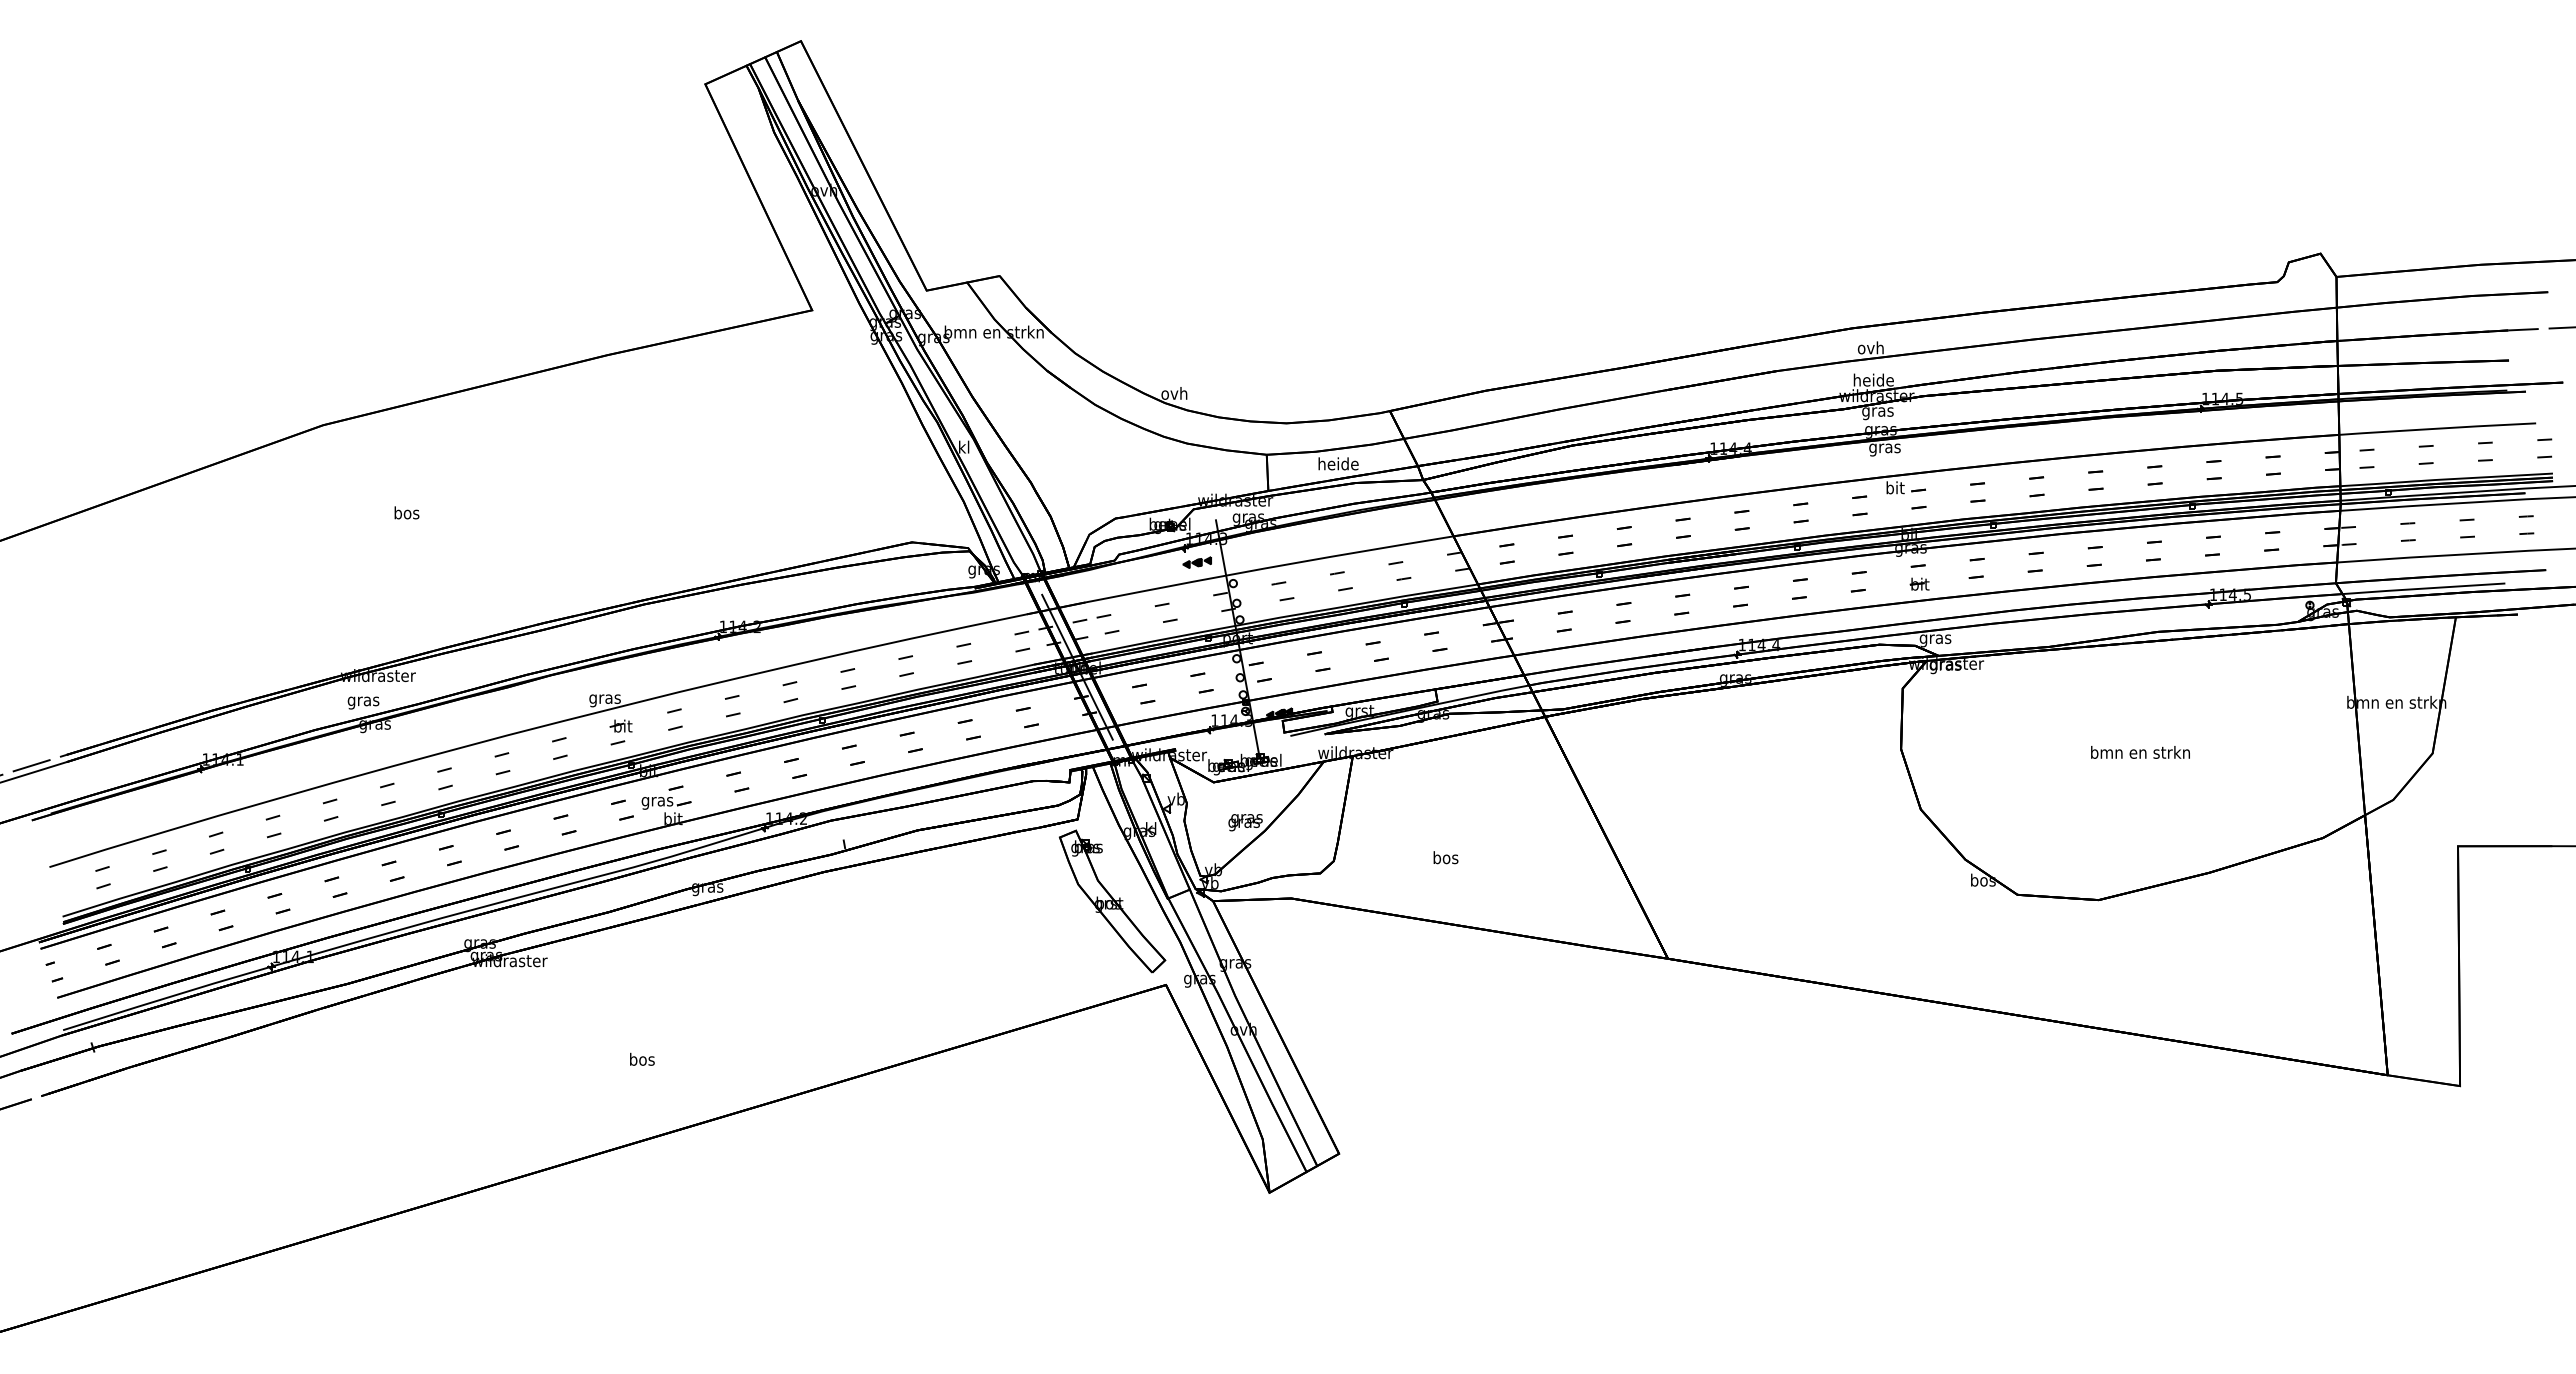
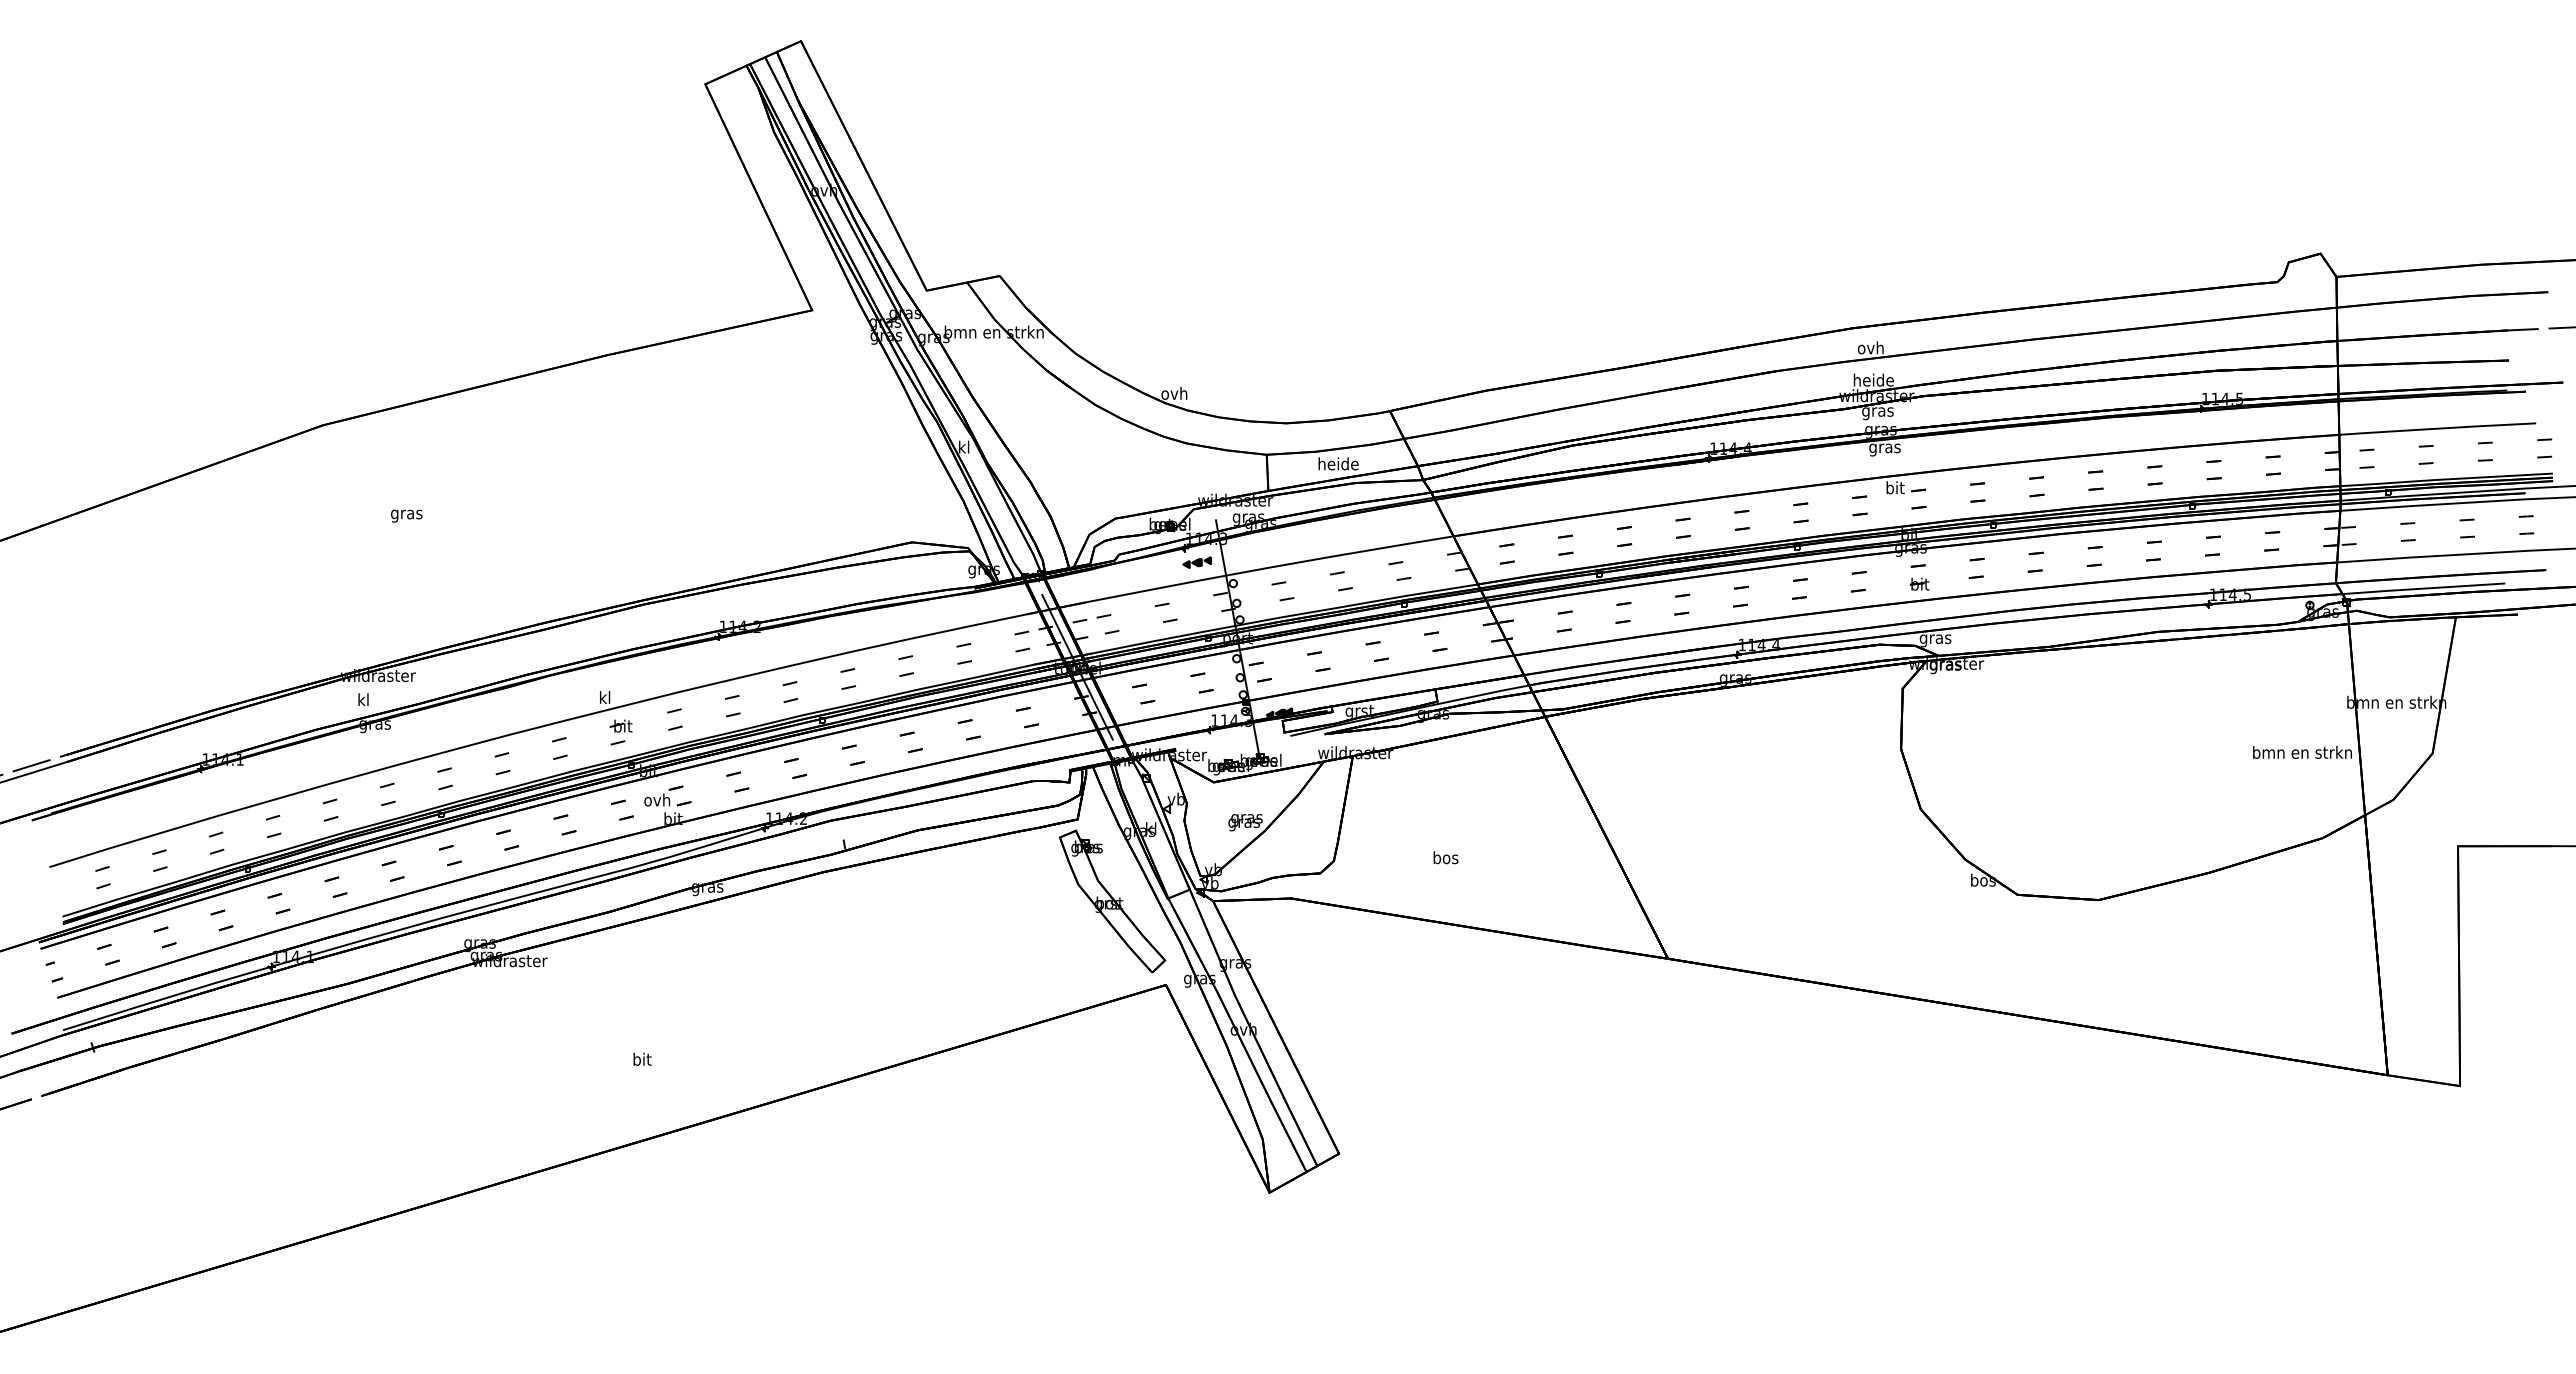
text at (406, 514): bos -> gras
text at (604, 699): gras -> kl
text at (363, 701): gras -> kl
text at (2140, 752) position: (2140, 752) -> (2302, 752)
text at (657, 801): gras -> ovh
text at (642, 1058): bos -> bit
